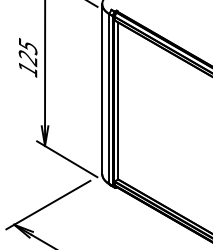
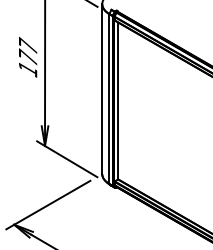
text at (27, 51): 125 -> 177
